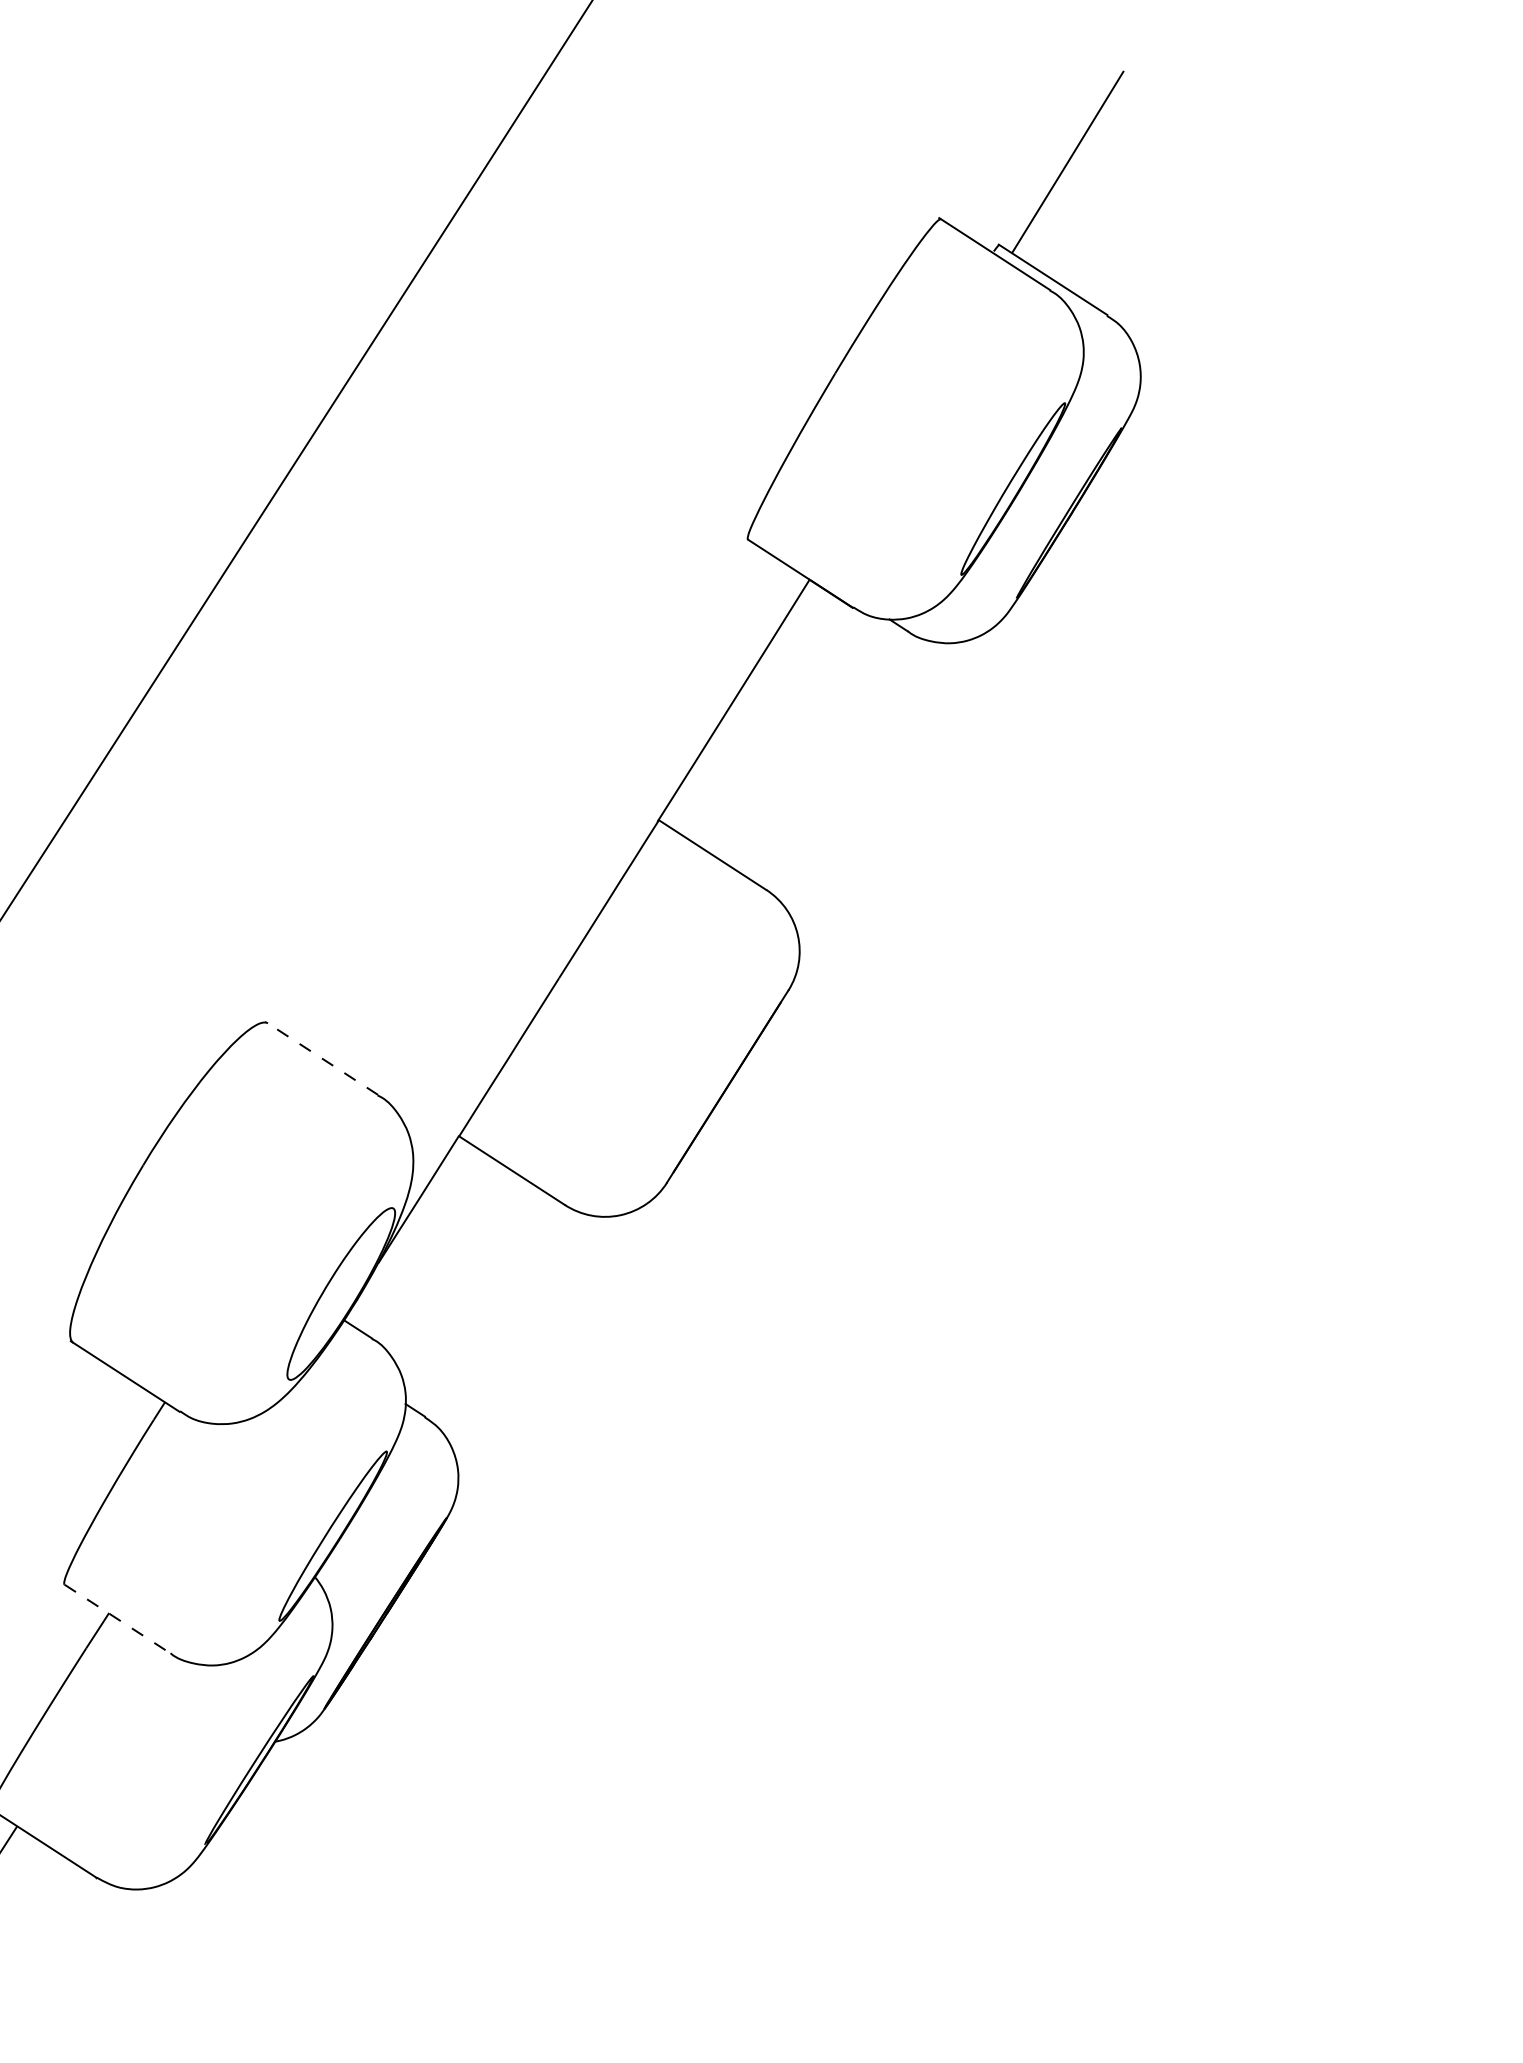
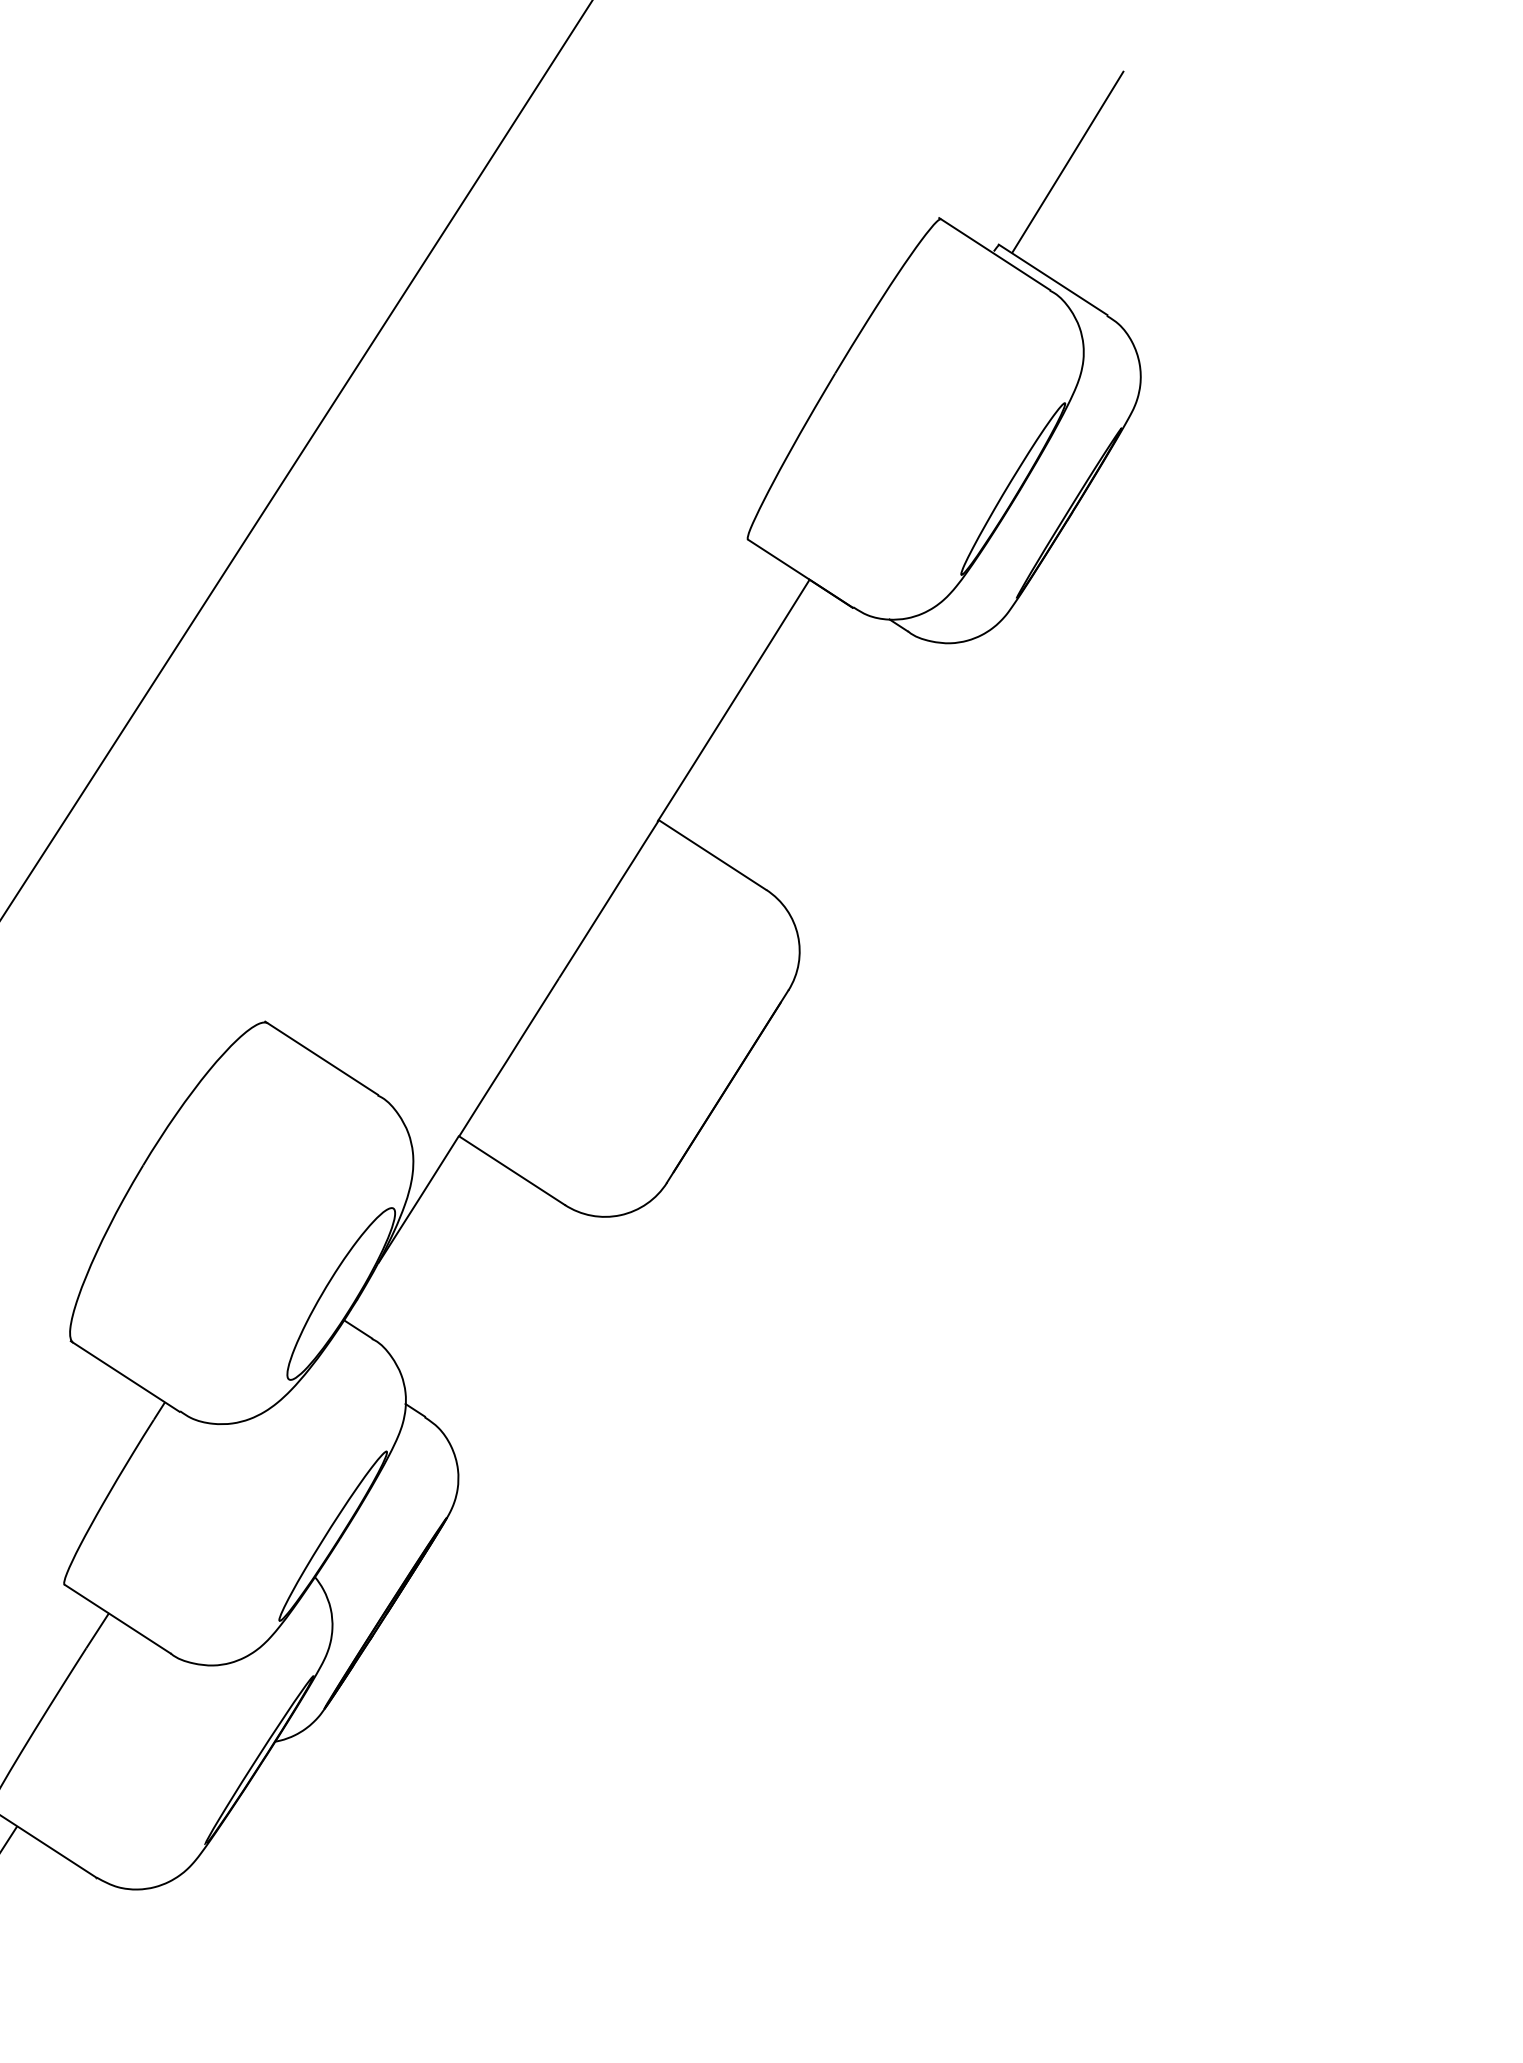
line at (321, 1057): dashed -> solid
line at (118, 1619): dashed -> solid
